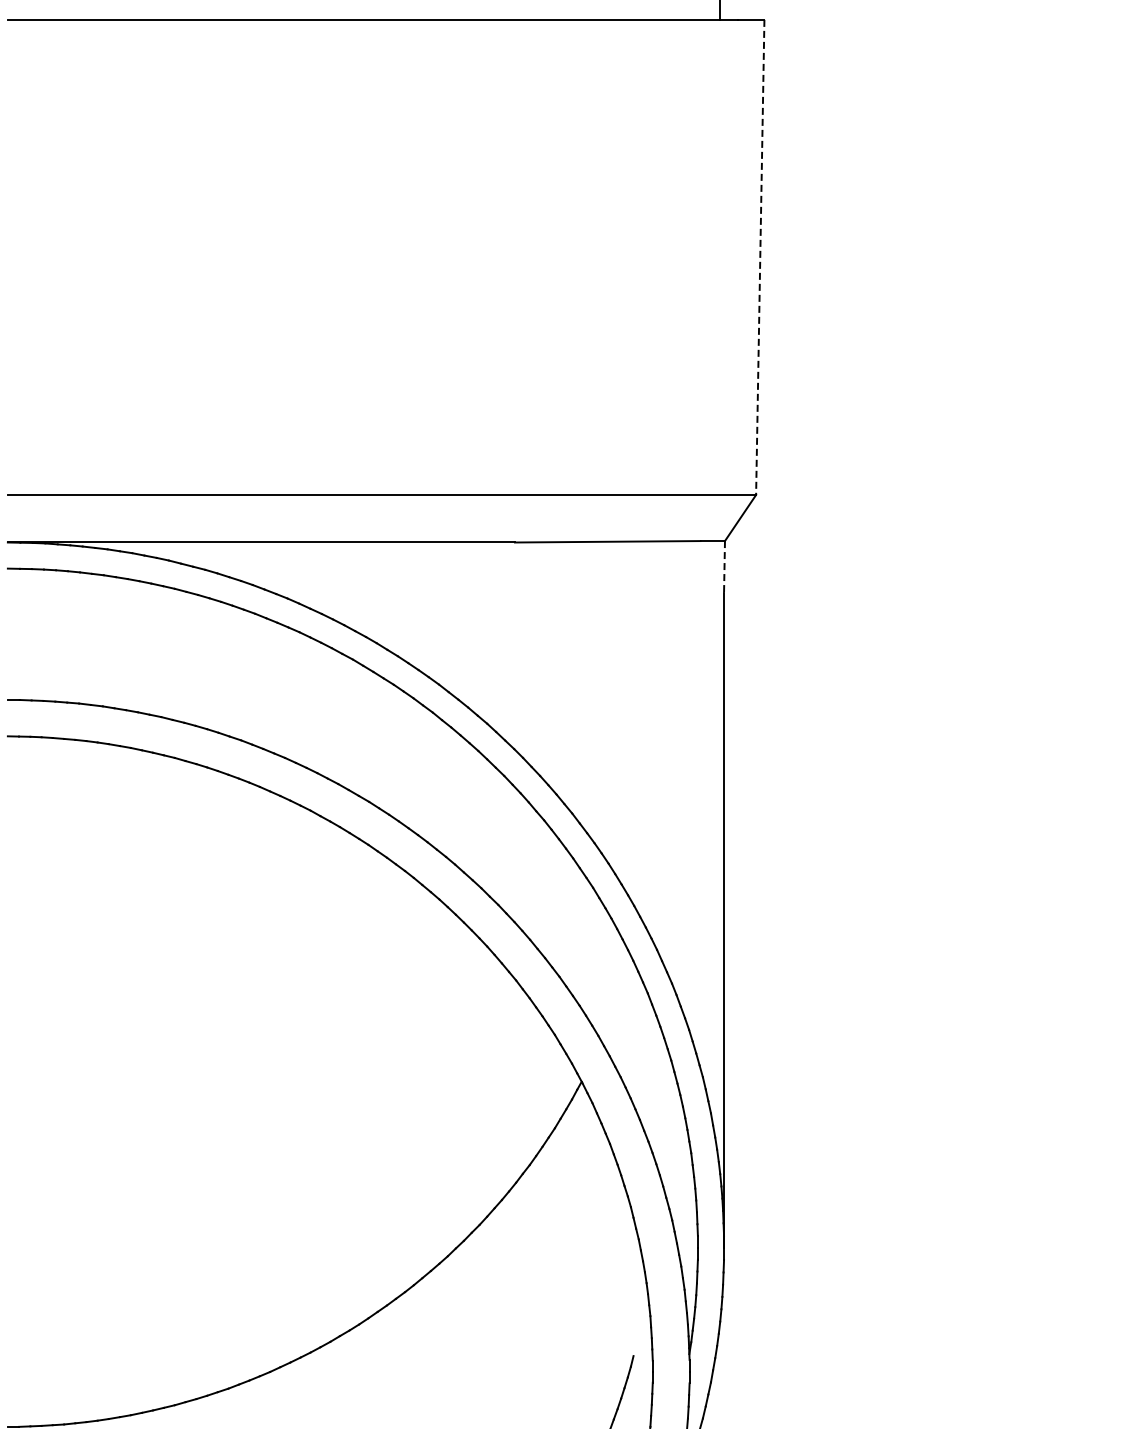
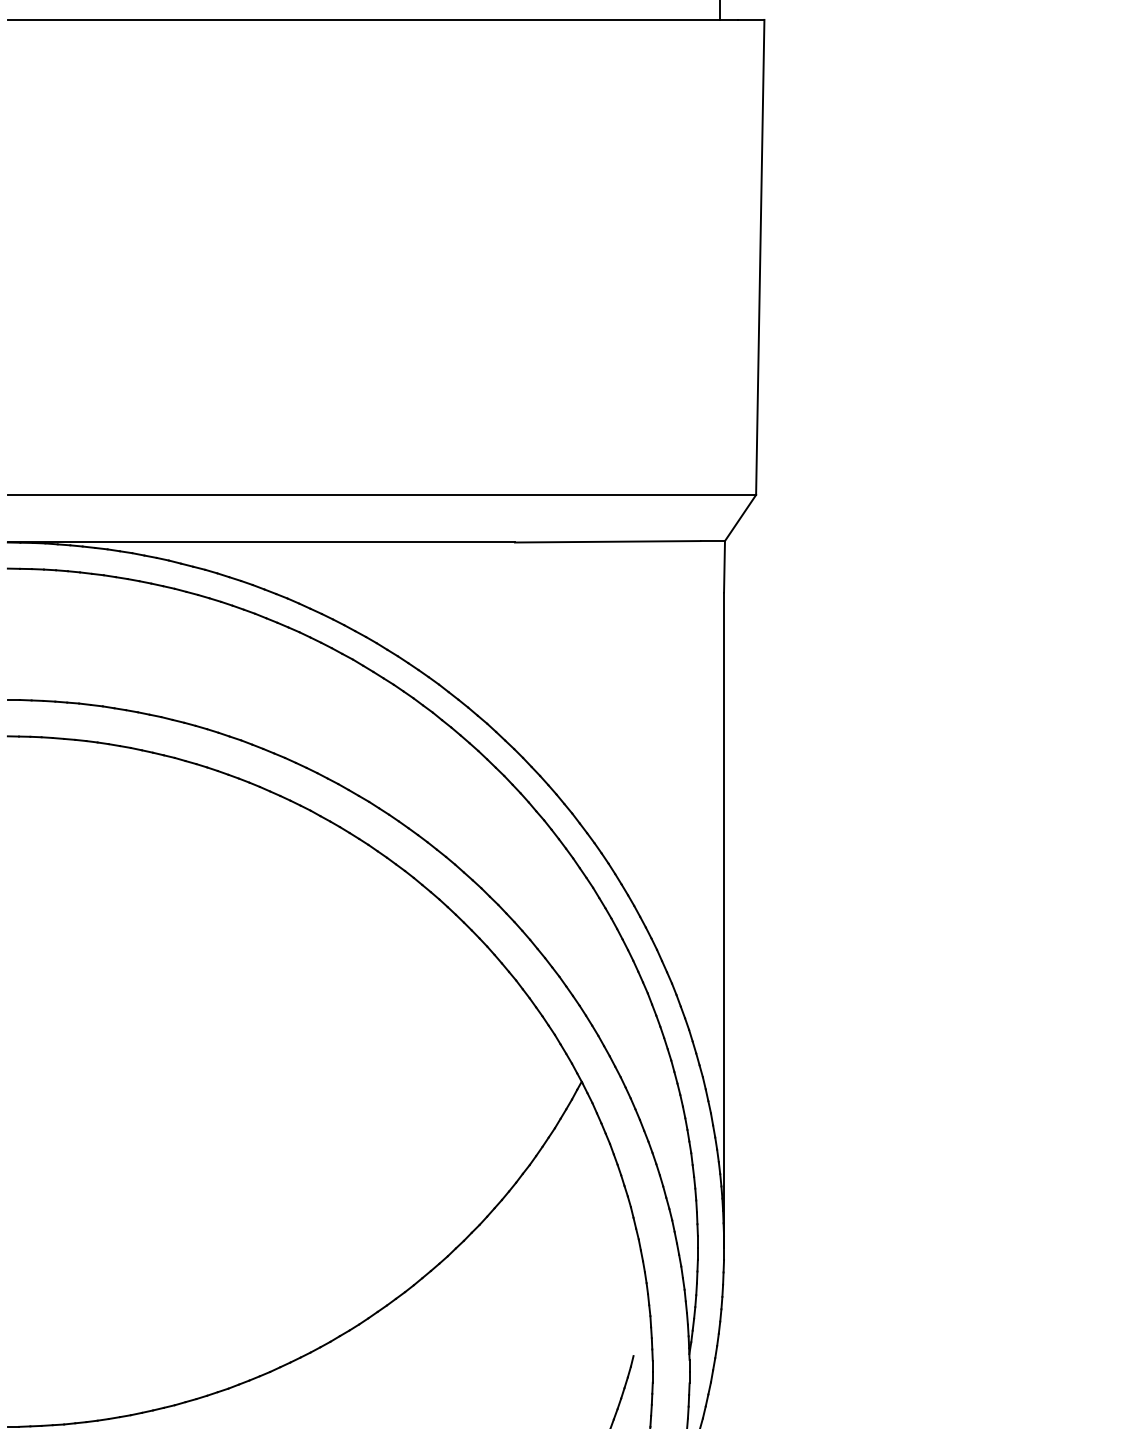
line at (760, 257): dashed -> solid
line at (724, 566): dashed -> solid
